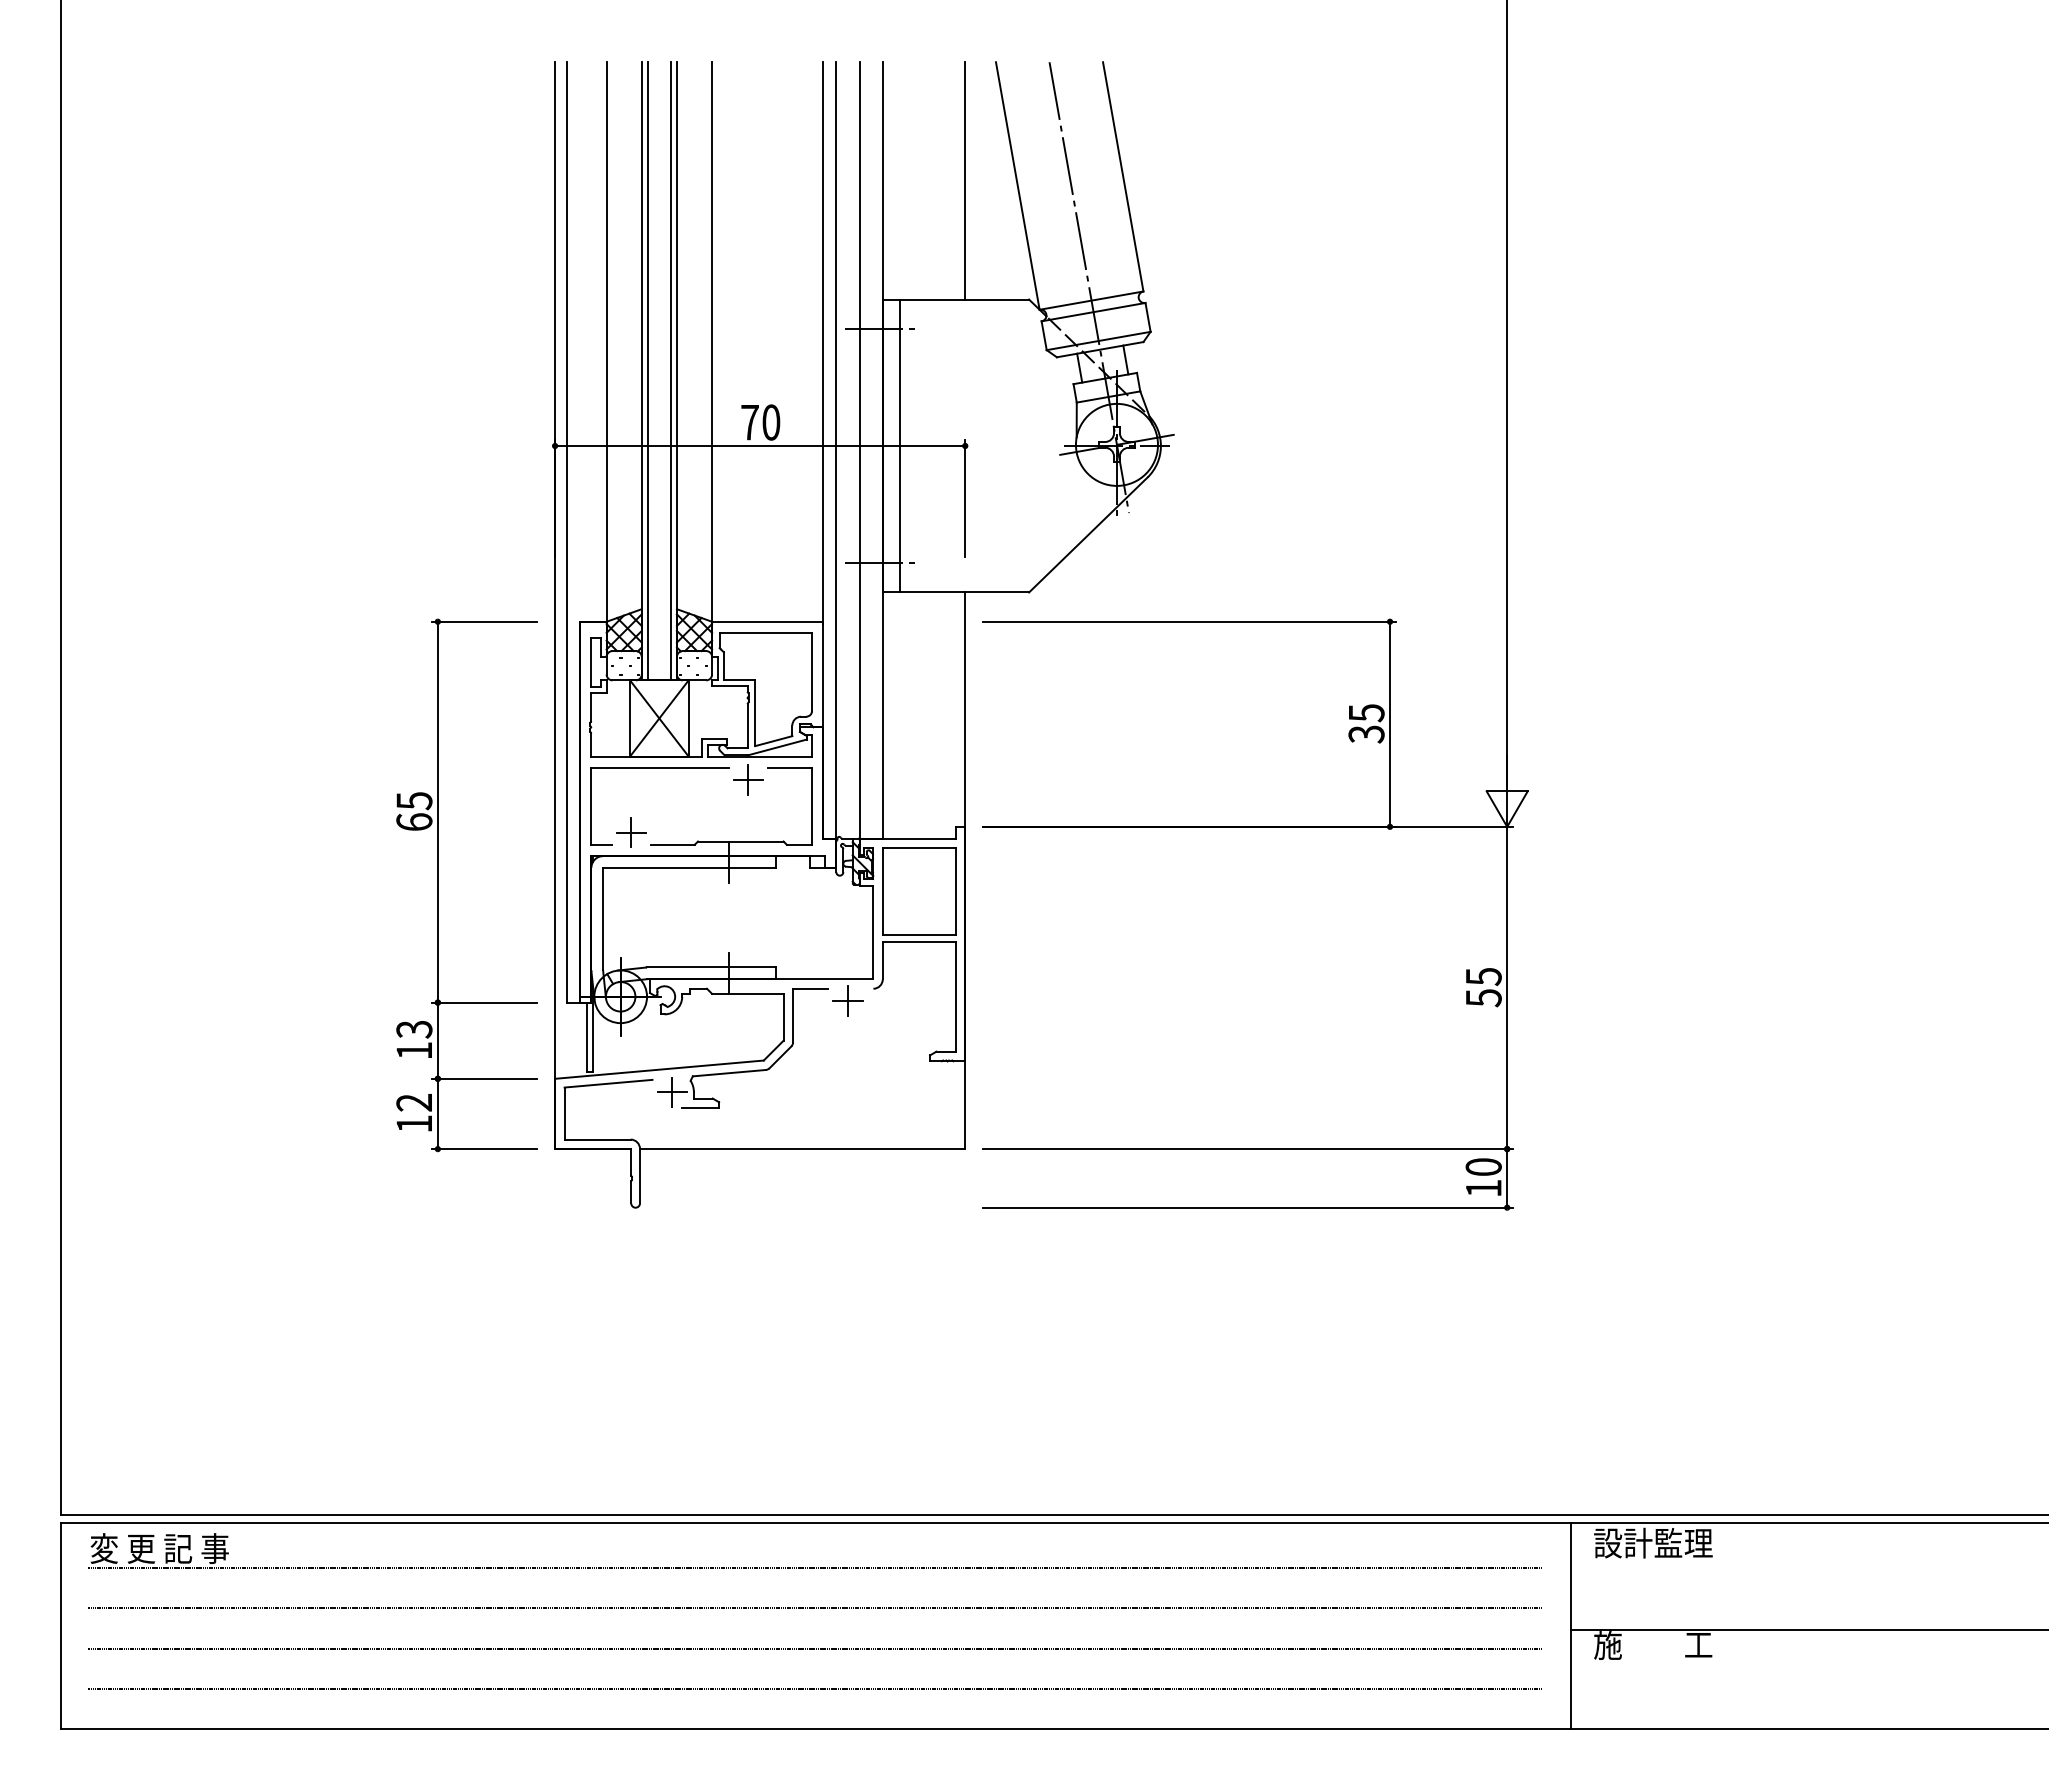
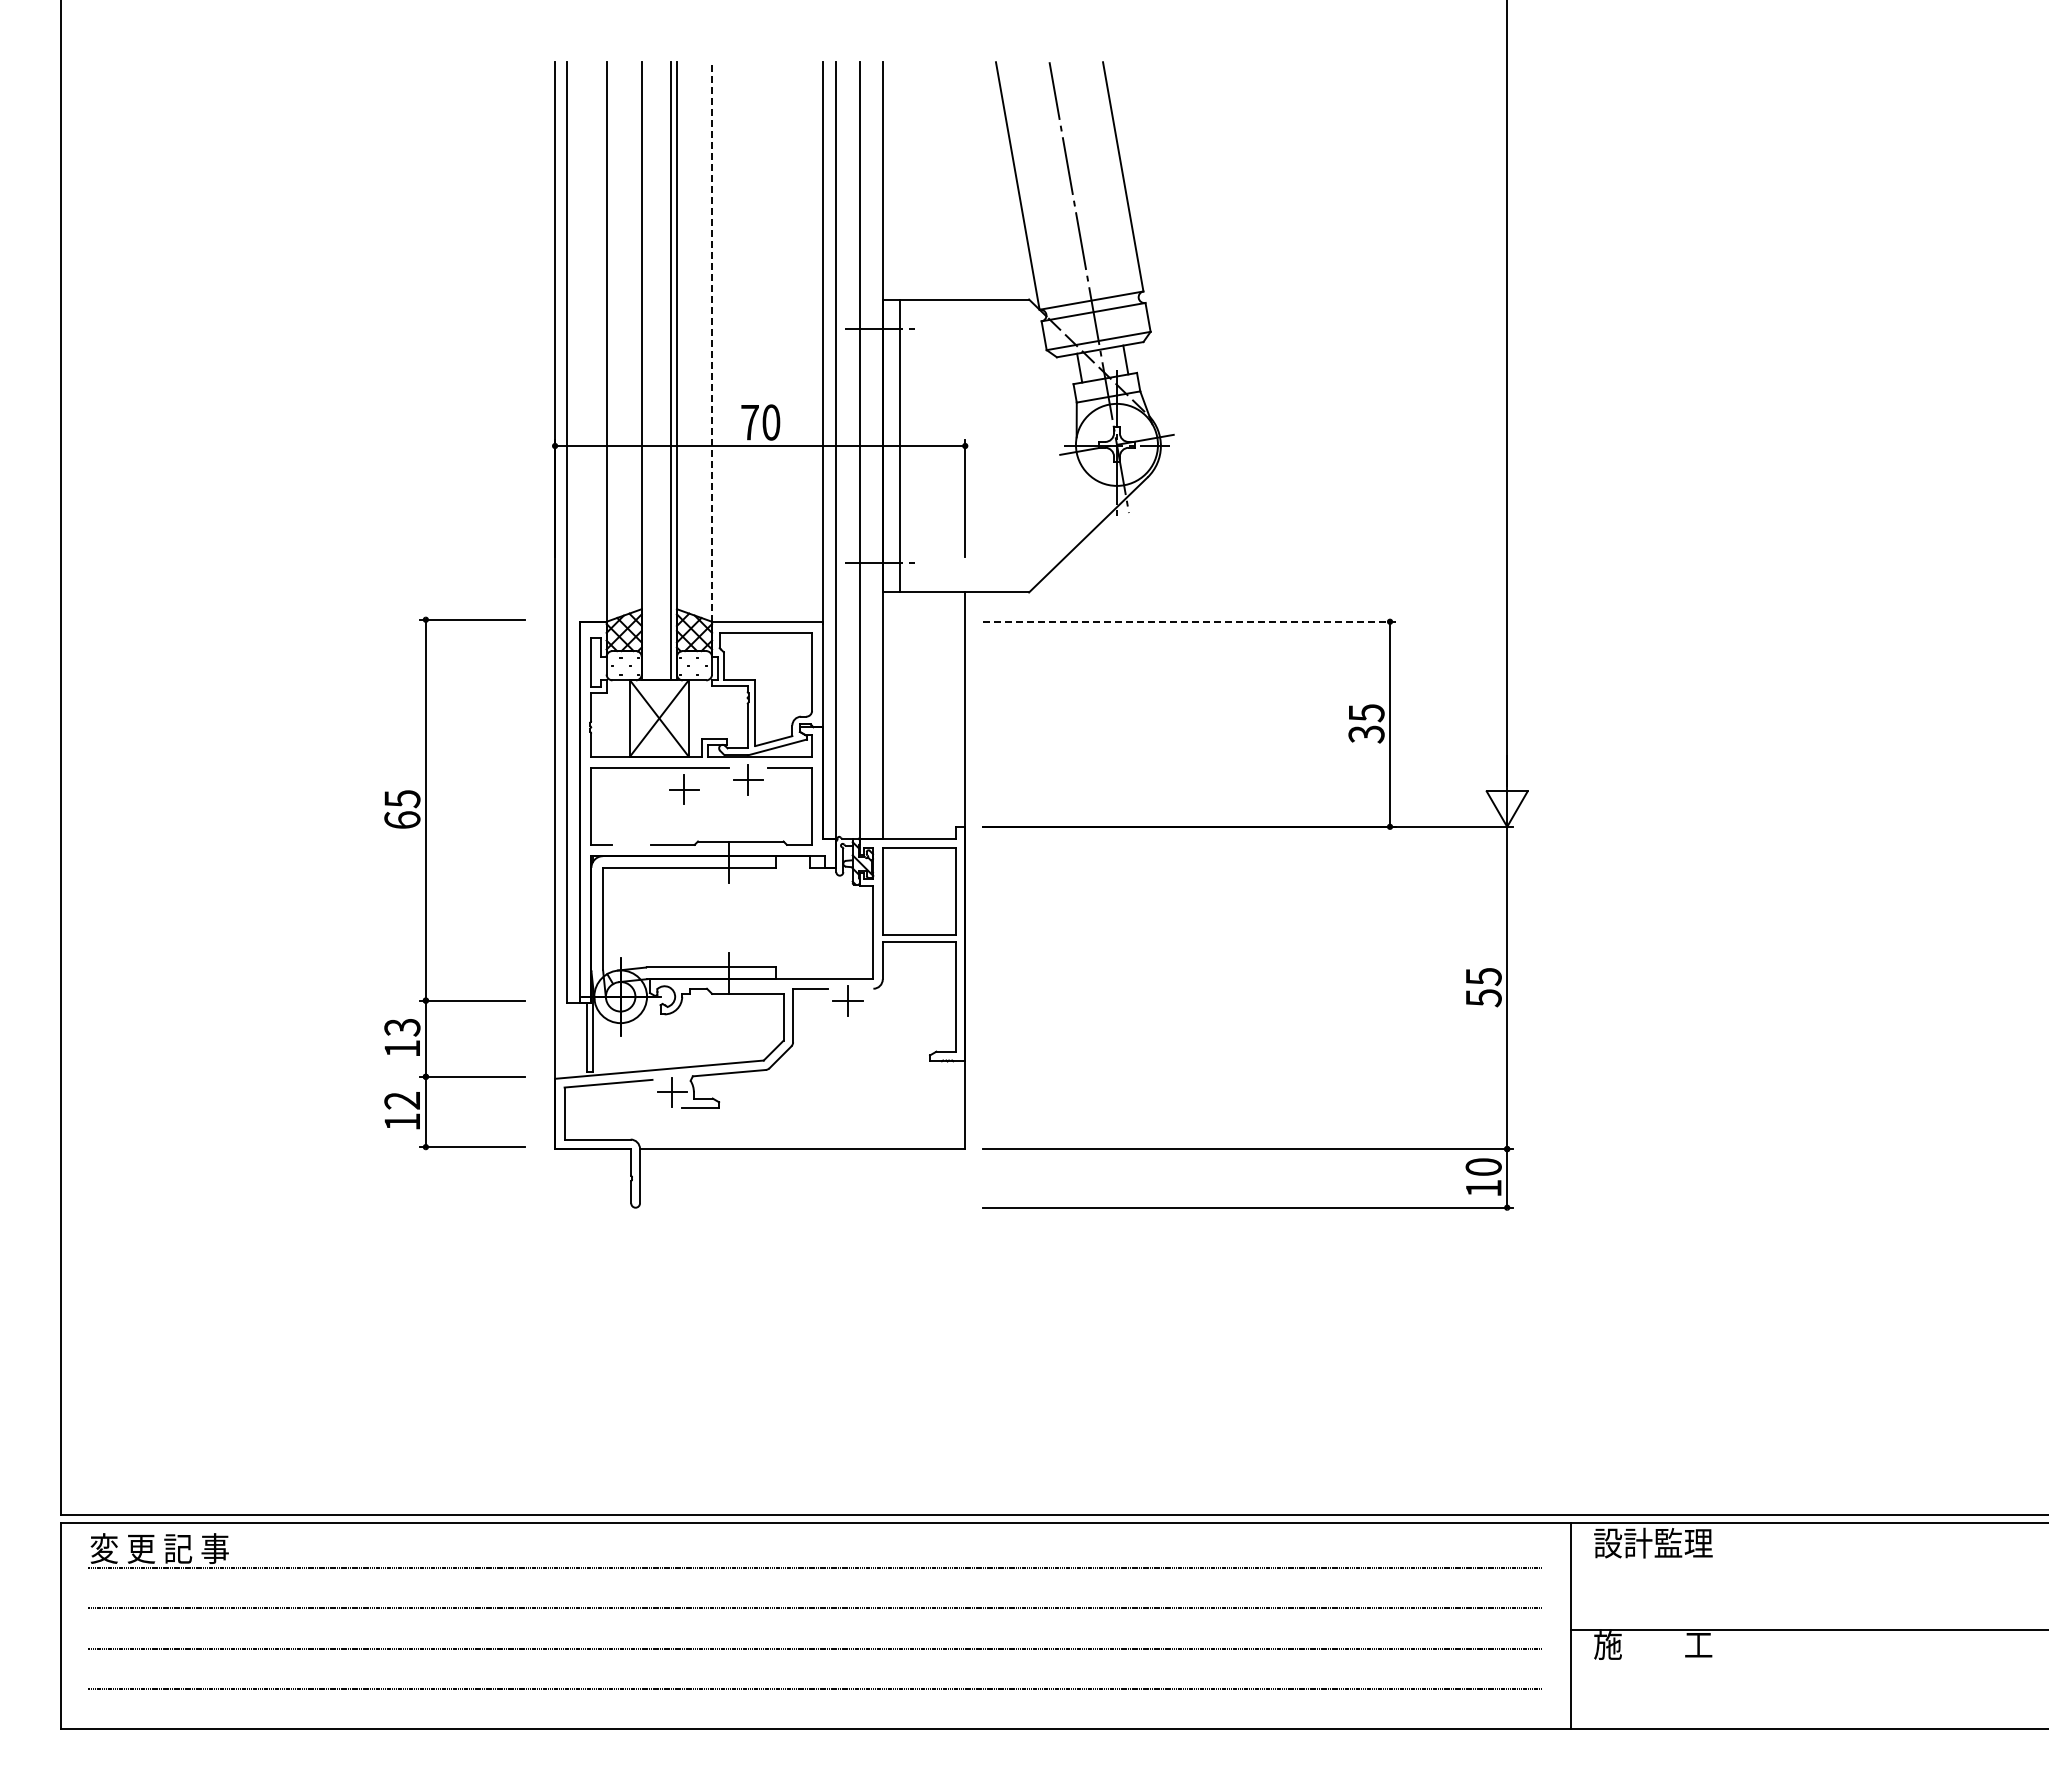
line at (965, 180): present -> none
line at (712, 342): solid -> dashed
line at (647, 371): present -> none
line at (1189, 621): solid -> dashed
part at (631, 832) position: (631, 832) -> (684, 789)
part at (438, 885) position: (438, 885) -> (426, 883)
